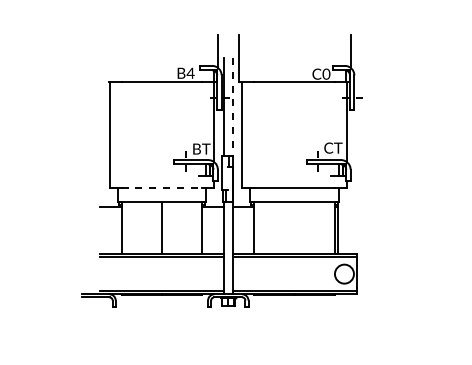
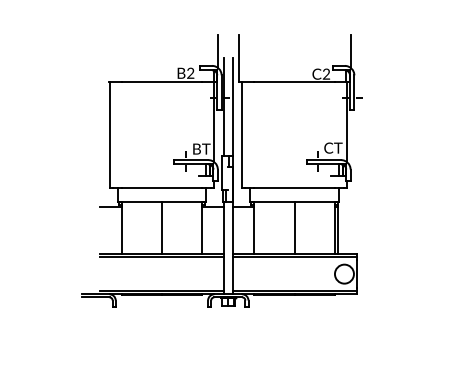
text at (190, 72): B4 -> B2
text at (326, 75): C0 -> C2
line at (232, 107): dashed -> solid
line at (162, 187): dashed -> solid
line at (294, 227): none -> present
